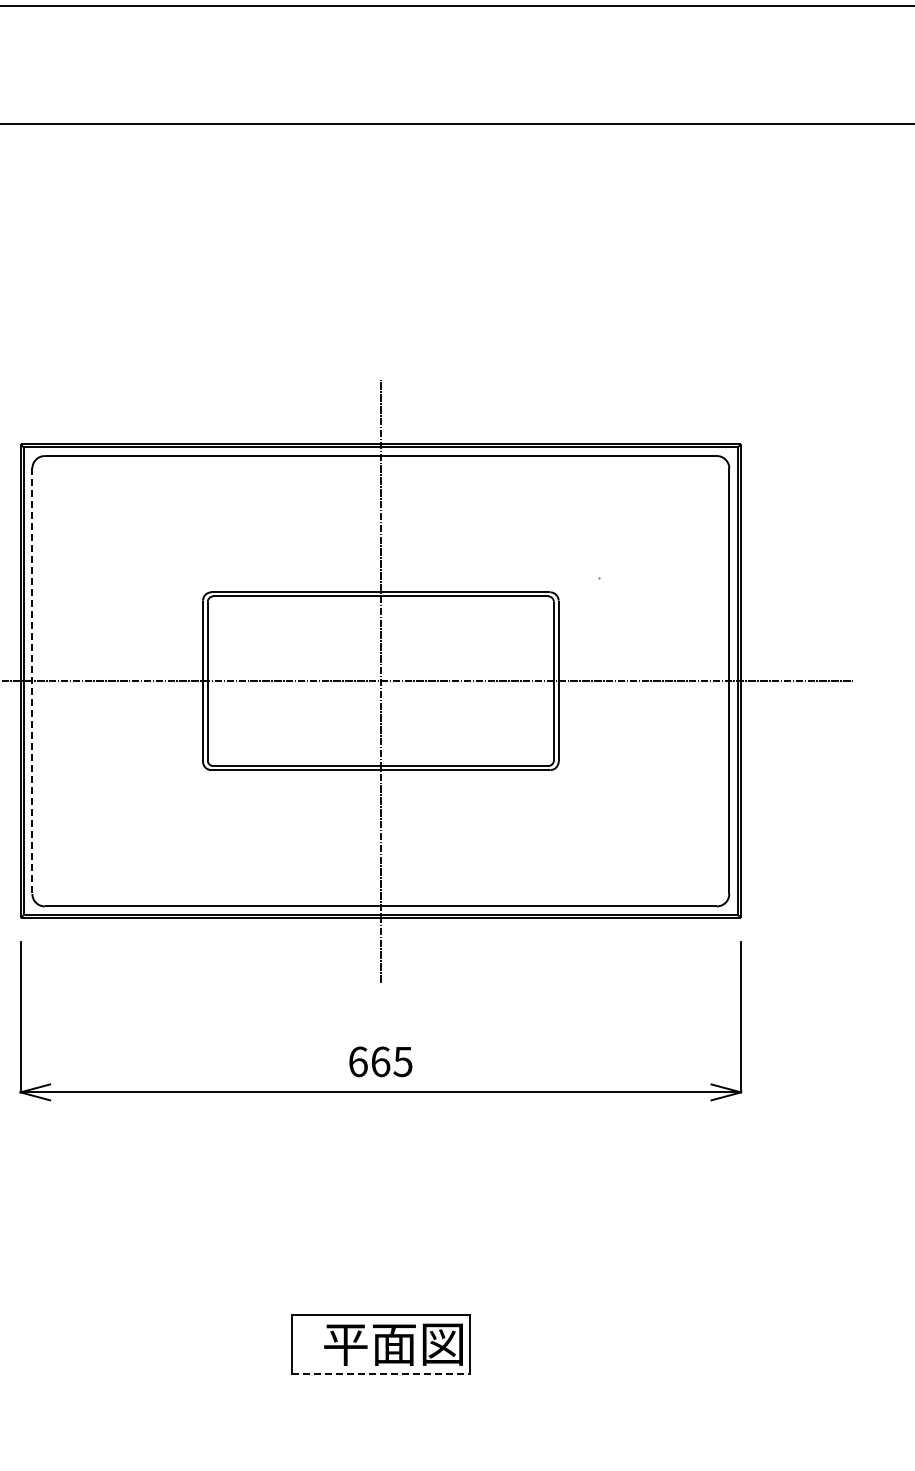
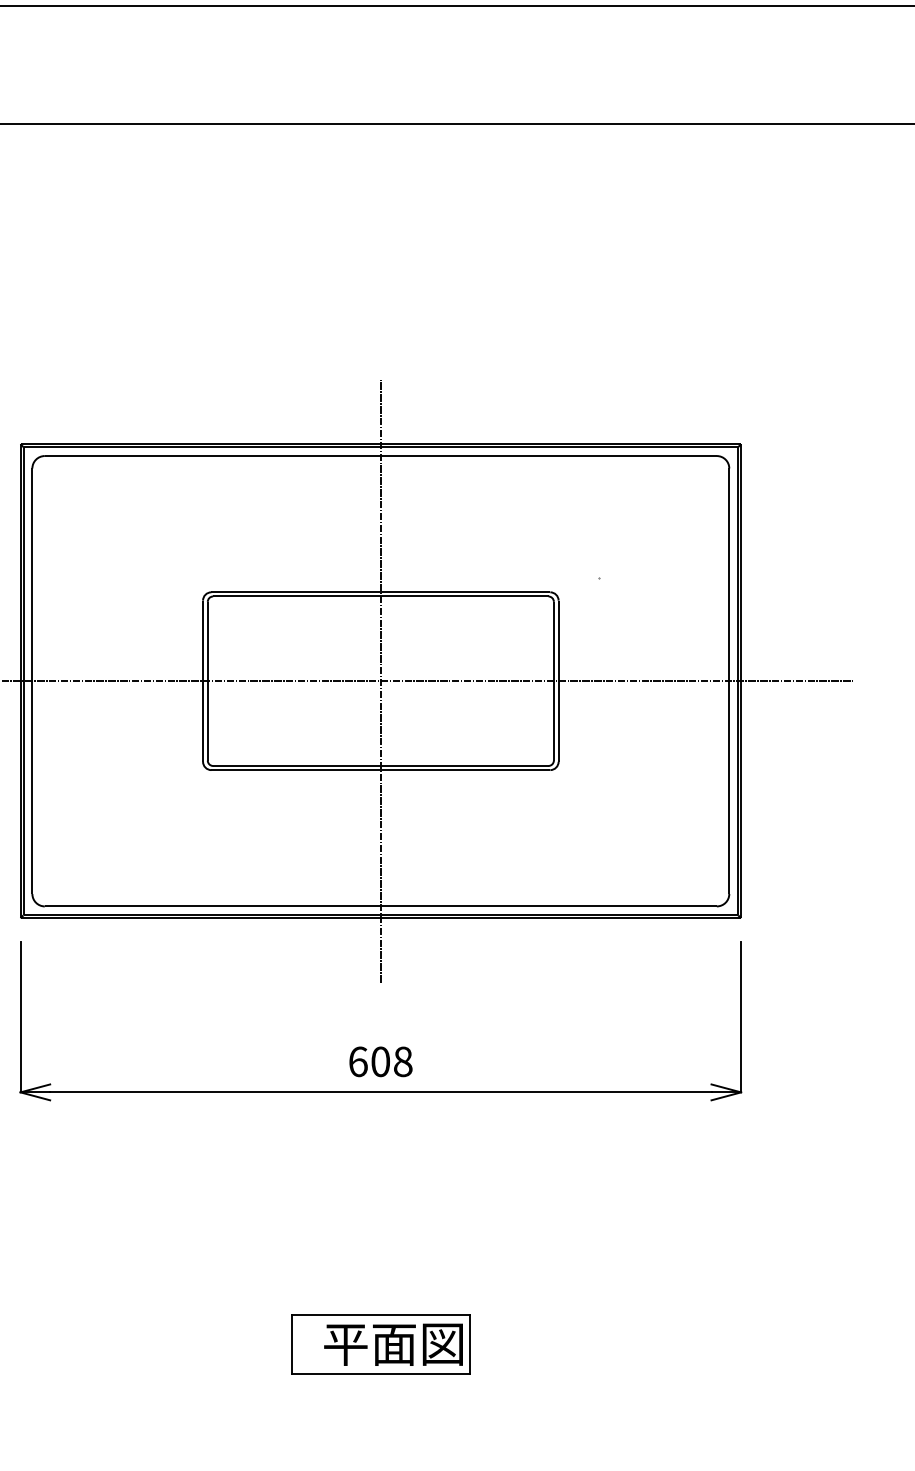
line at (32, 681): dashed -> solid
text at (391, 1061): 665 -> 608
line at (380, 1374): dashed -> solid
